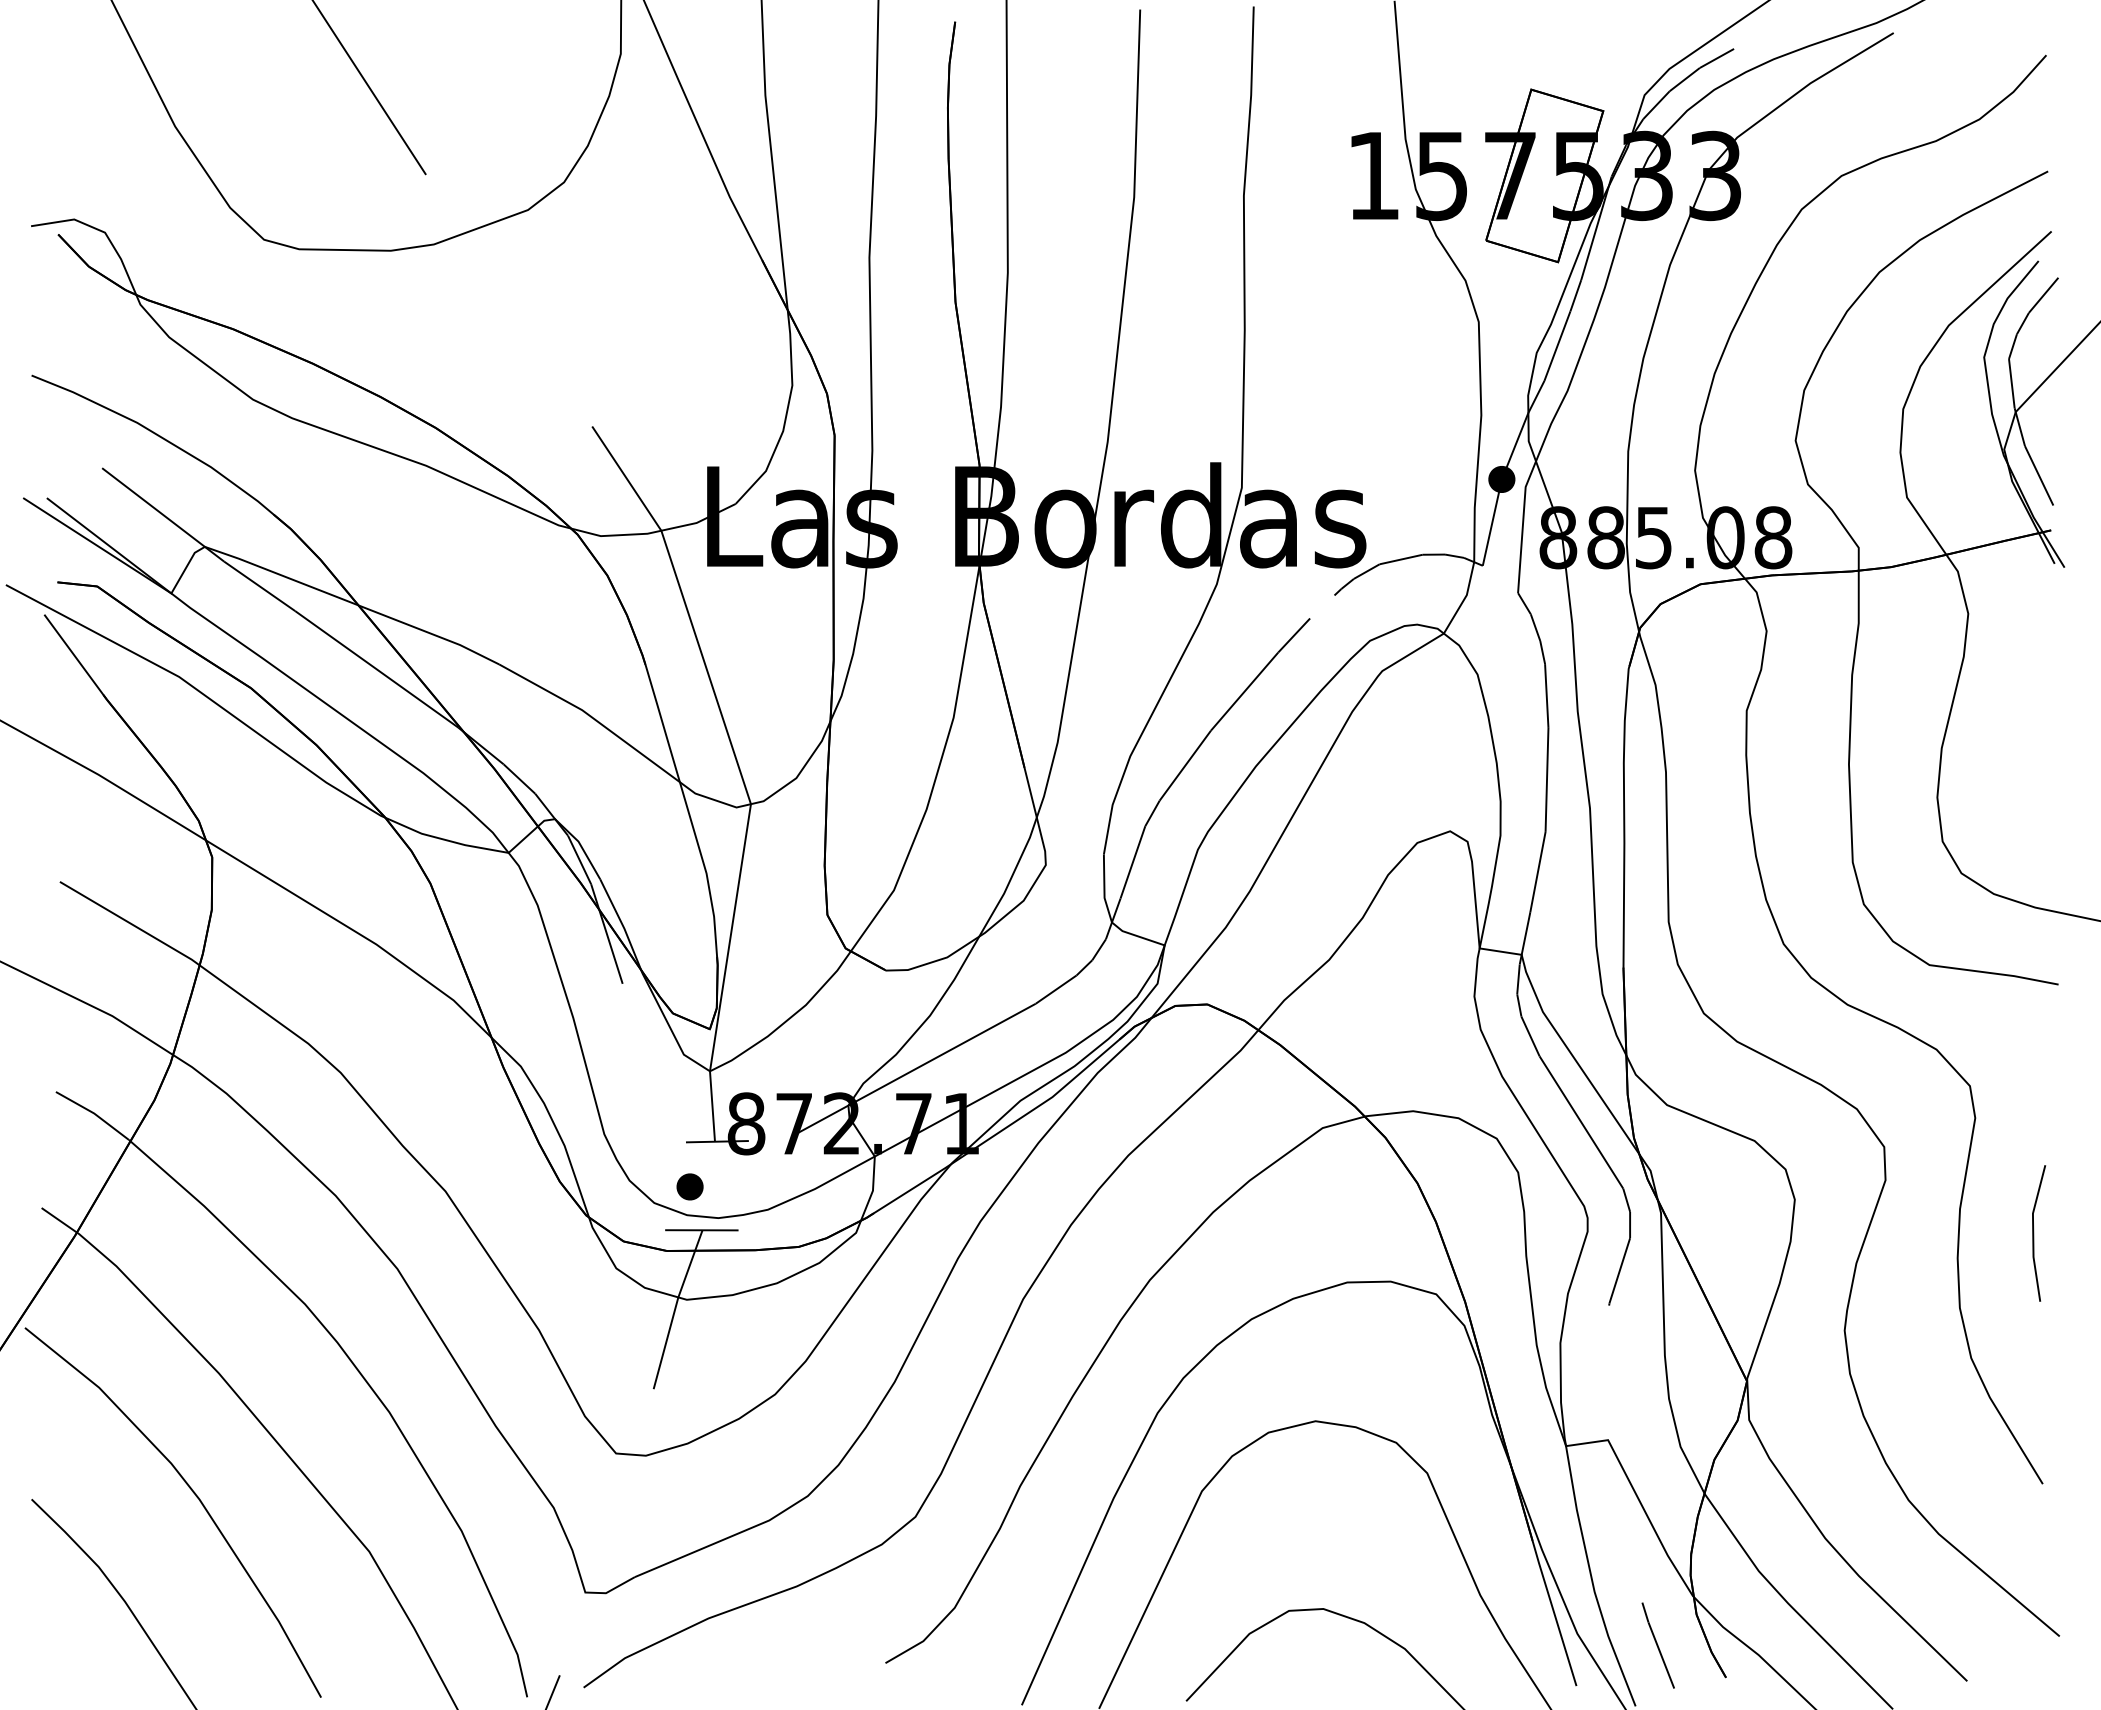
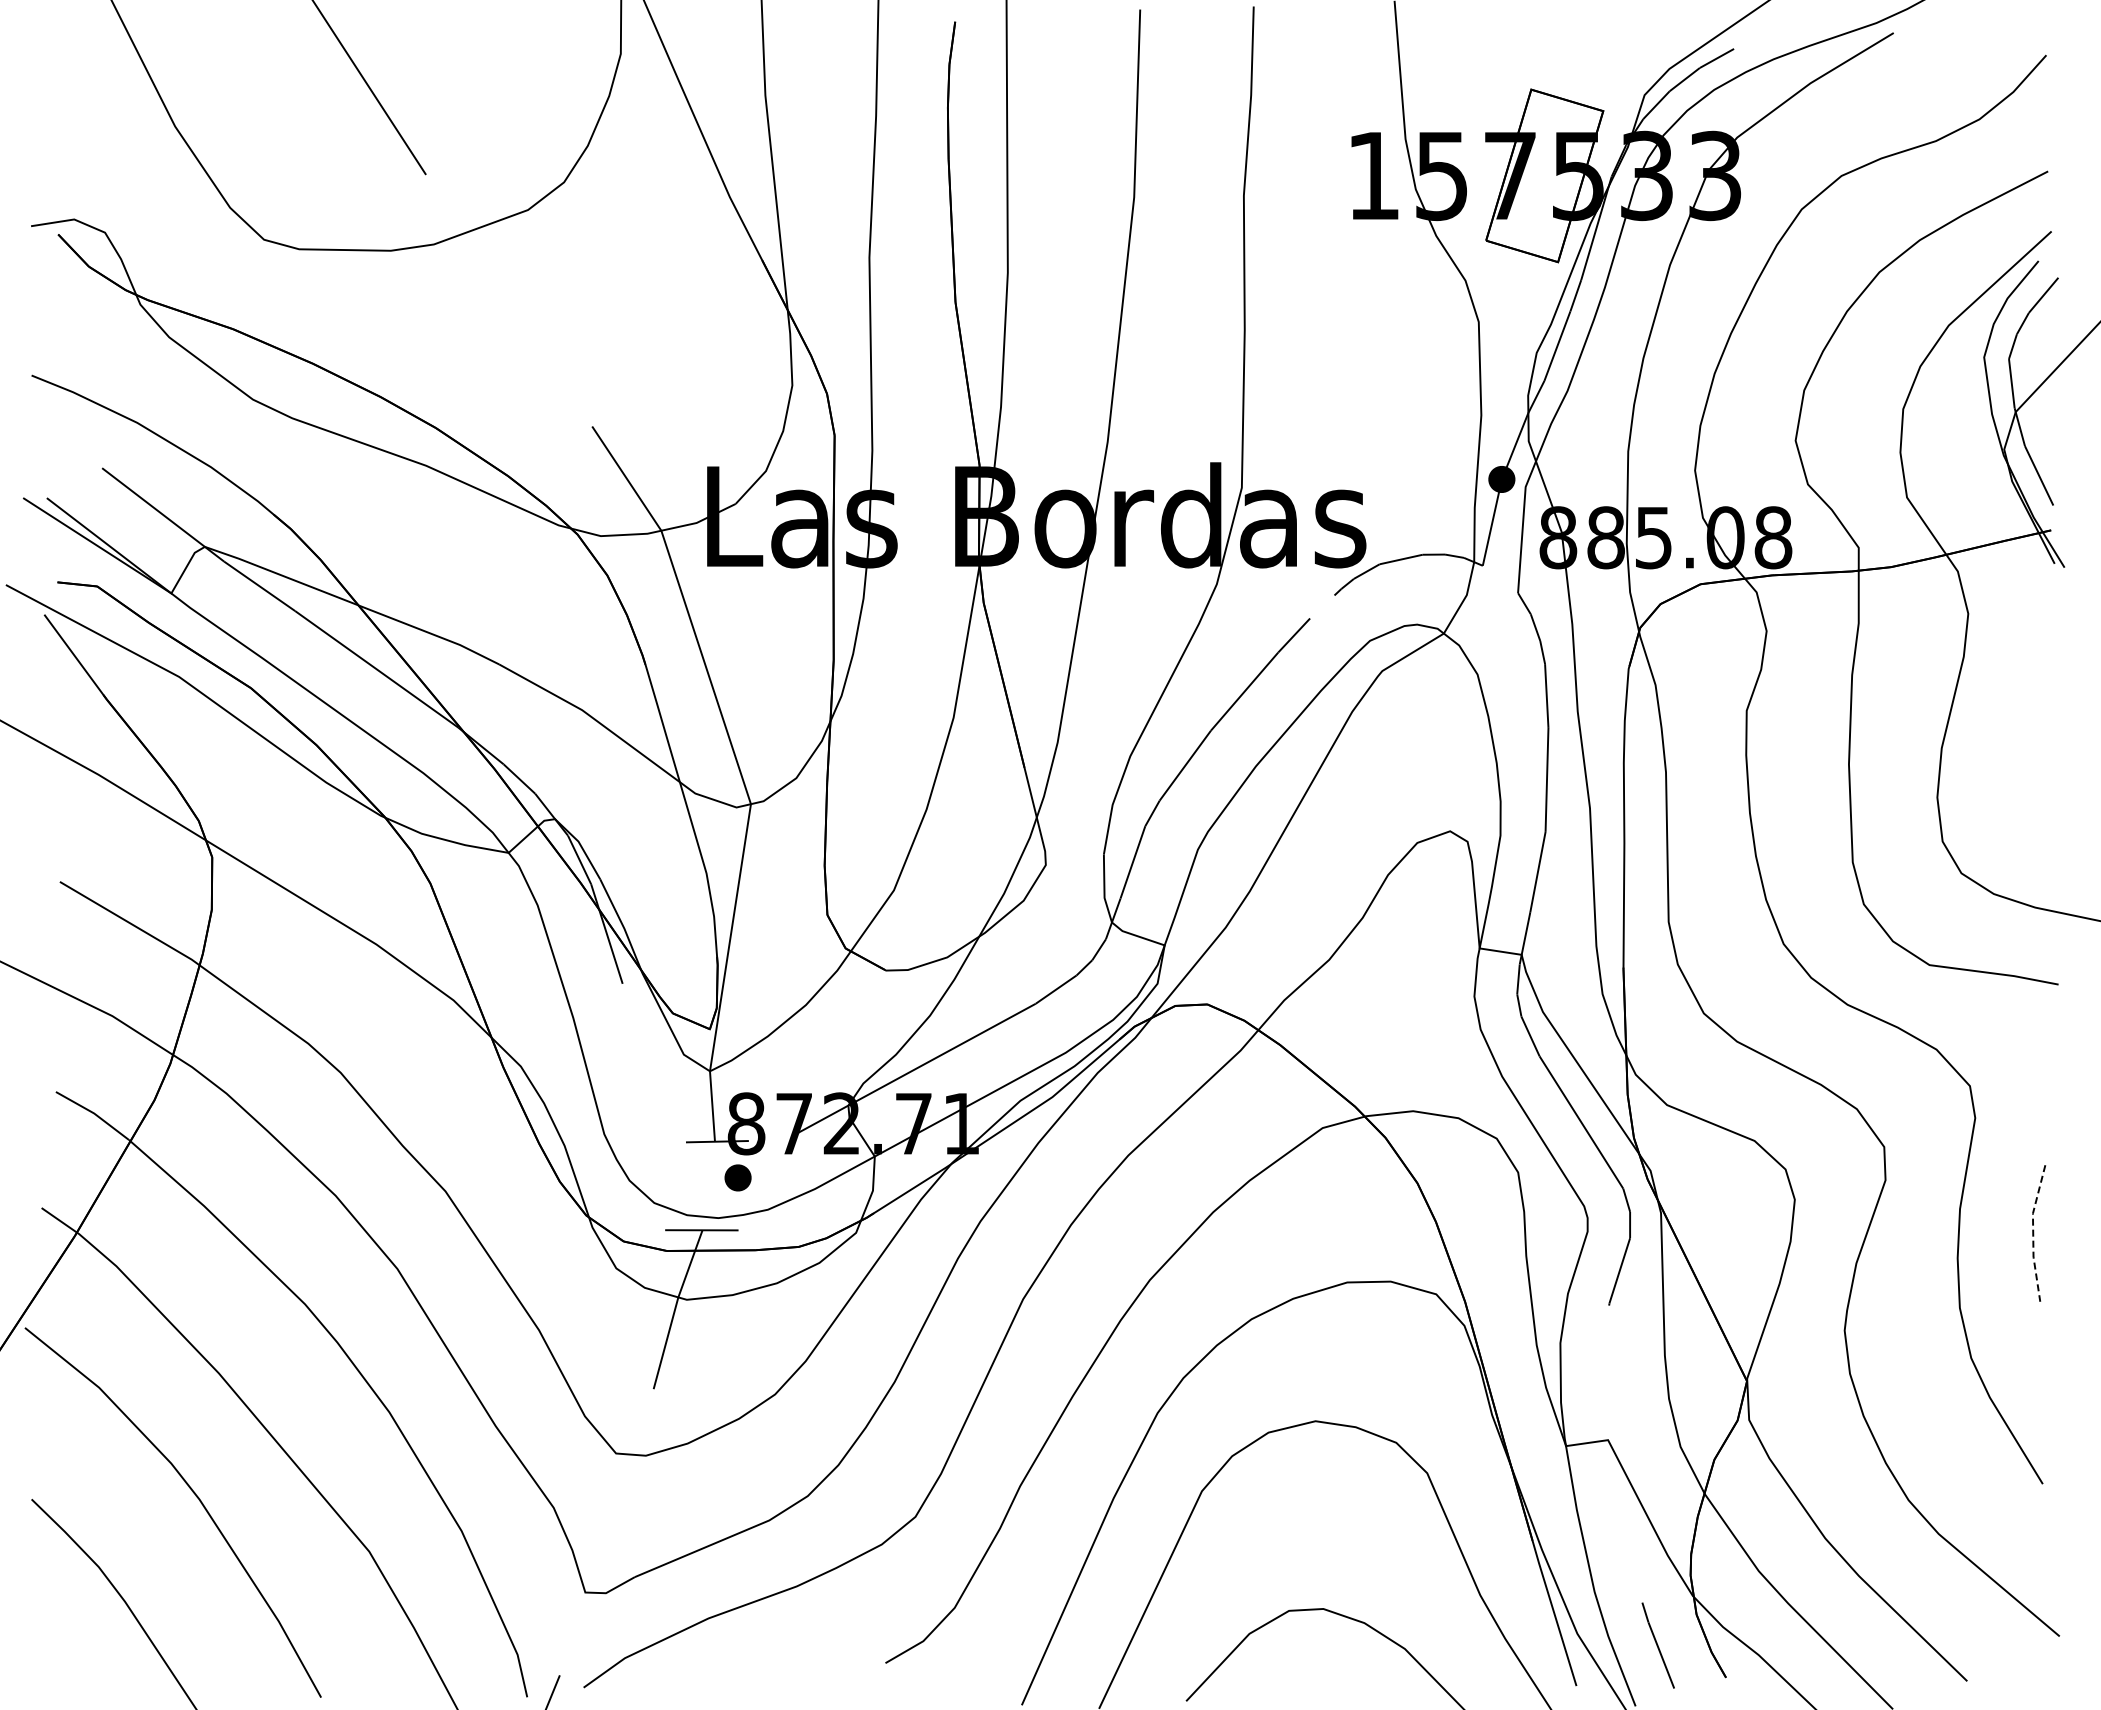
part at (689, 1186) position: (689, 1186) -> (737, 1177)
line at (2033, 1233): solid -> dashed
